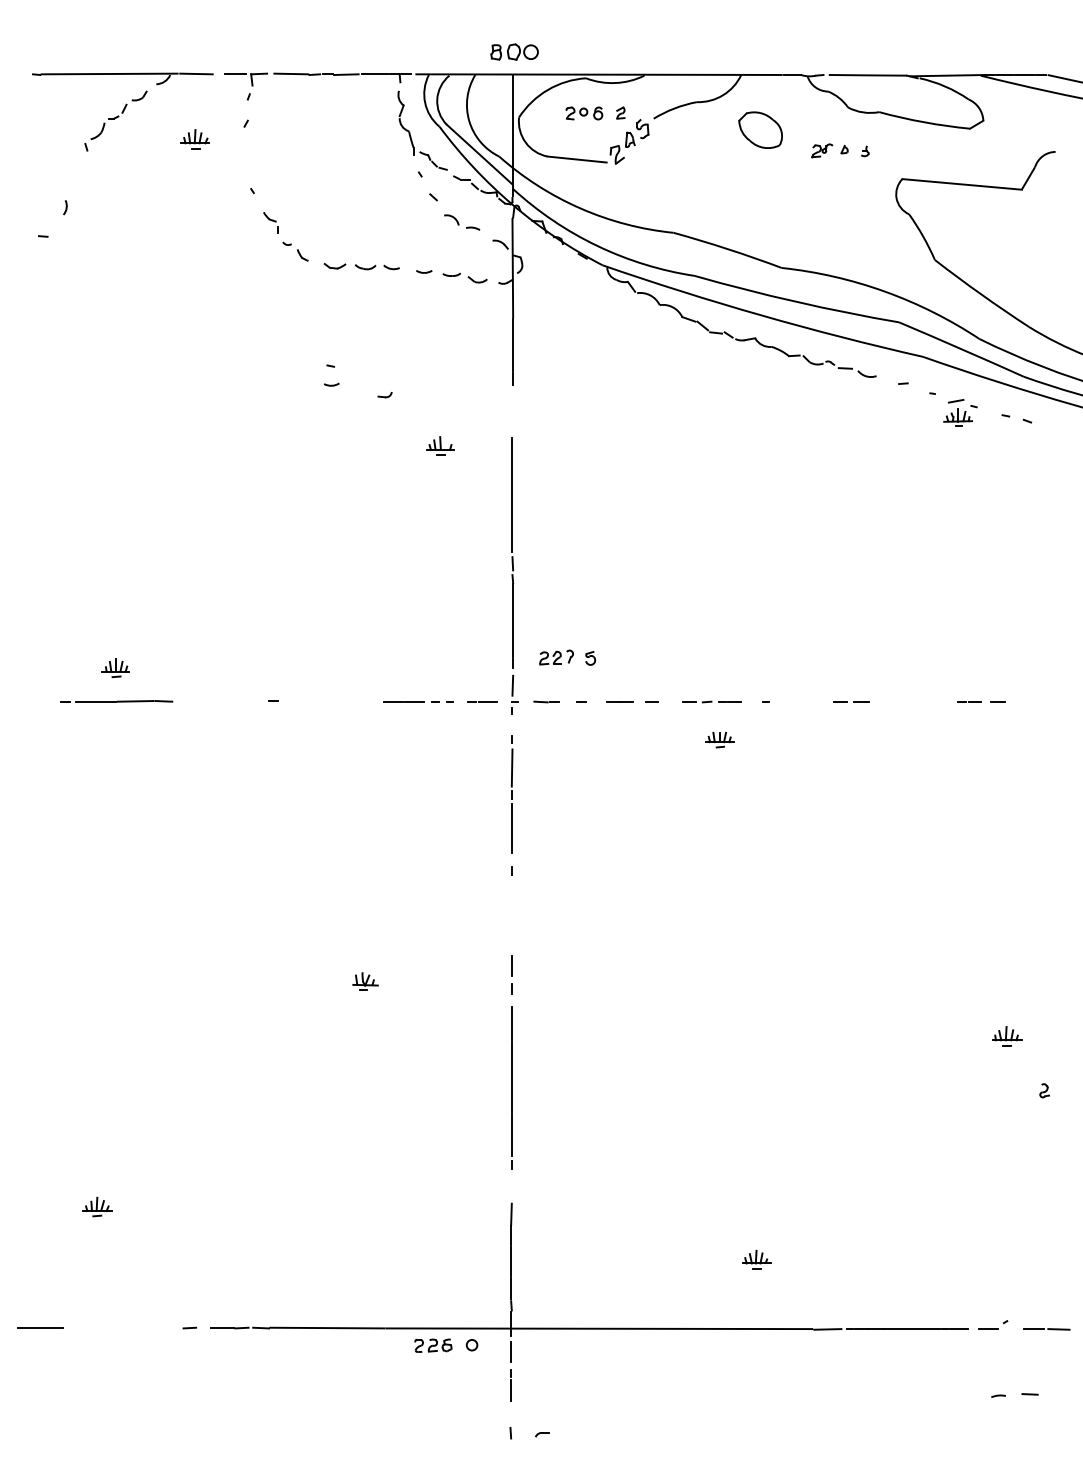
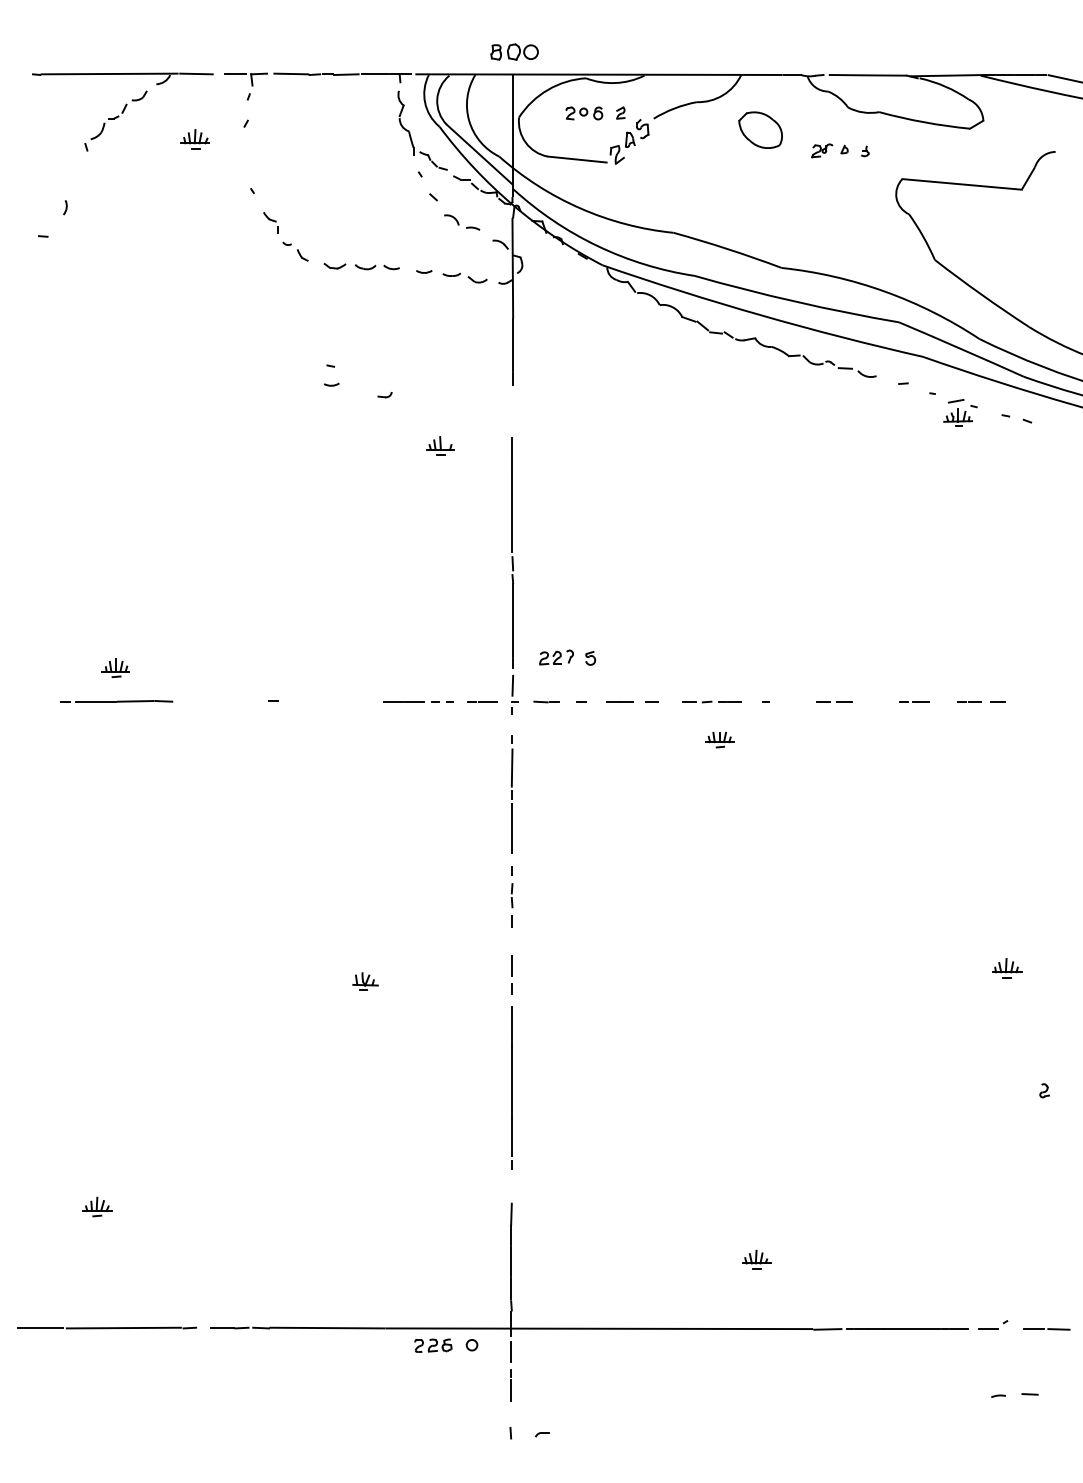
line at (853, 701) position: (853, 701) -> (836, 701)
line at (914, 701): none -> present
part at (511, 905): none -> present
part at (1007, 1036) position: (1007, 1036) -> (1007, 968)
line at (123, 1327): none -> present
